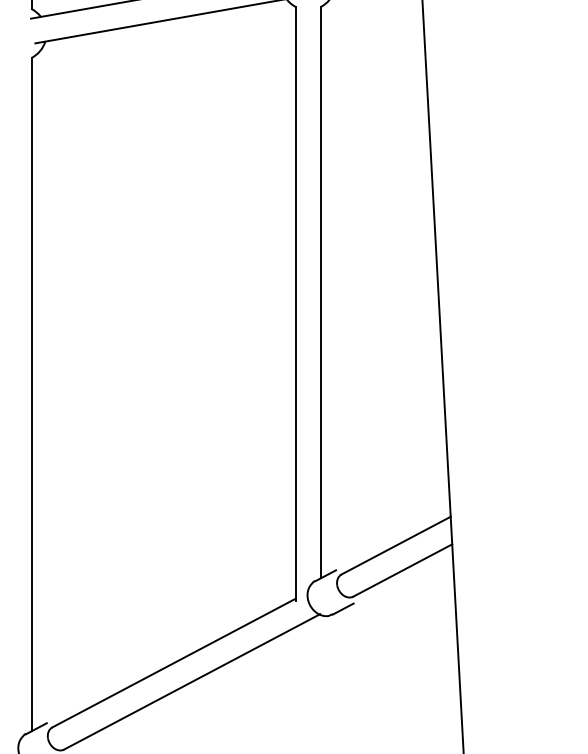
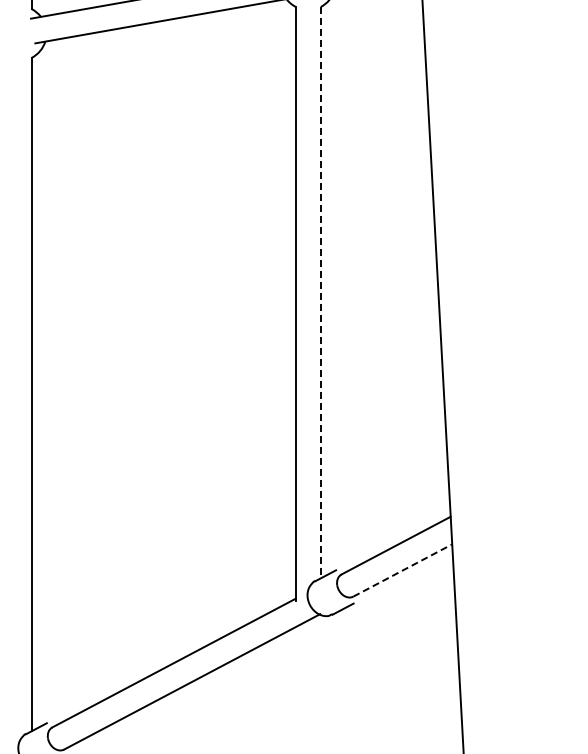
line at (320, 292): solid -> dashed
line at (402, 570): solid -> dashed
